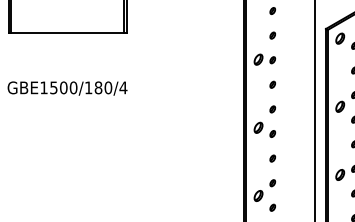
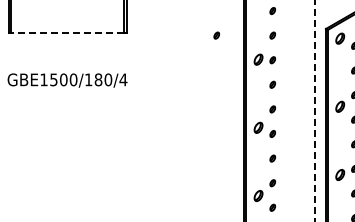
line at (67, 32): solid -> dashed
part at (216, 35): none -> present
text at (67, 88) position: (67, 88) -> (67, 80)
line at (314, 110): solid -> dashed
